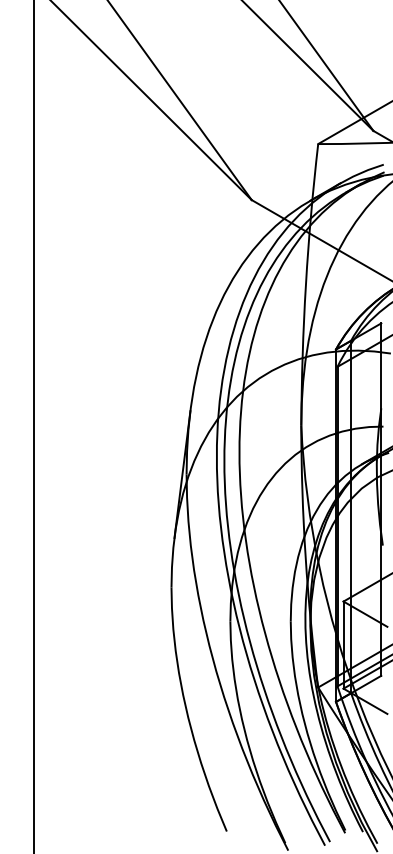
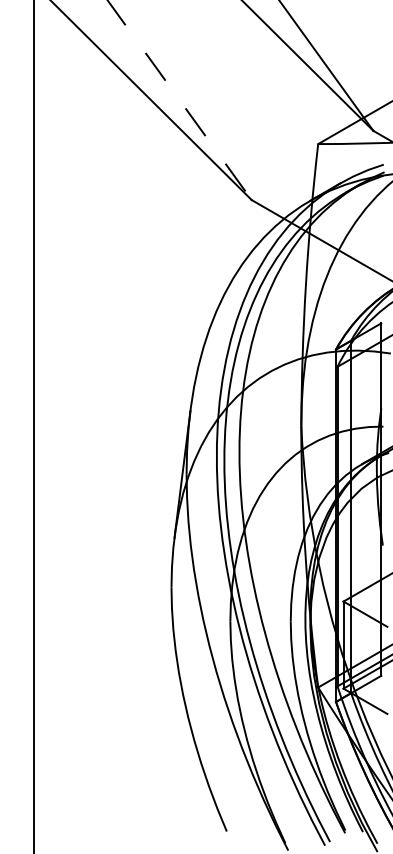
line at (179, 100): solid -> dashed
